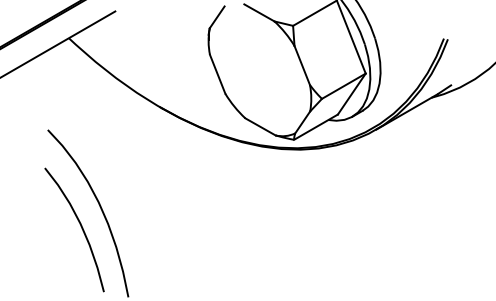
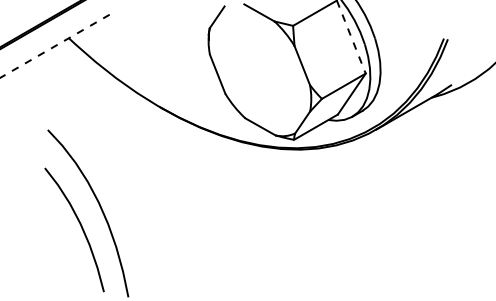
line at (351, 37): solid -> dashed
line at (58, 44): solid -> dashed
